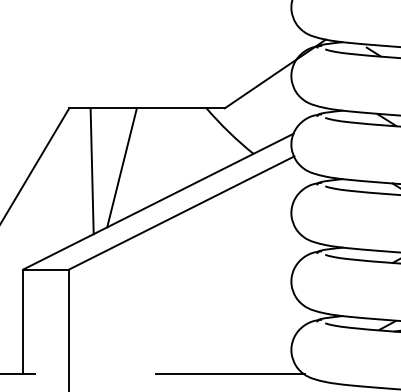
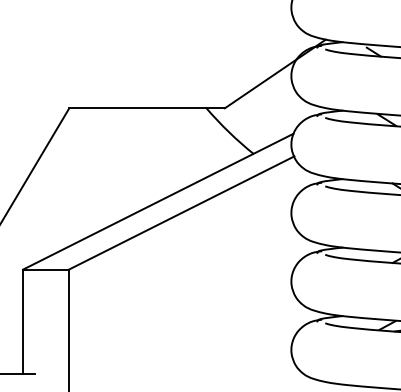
line at (121, 167): present -> none
line at (91, 171): present -> none
line at (229, 374): present -> none
